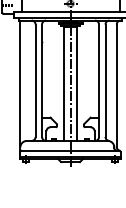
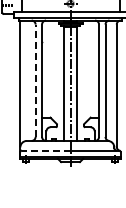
line at (35, 80): solid -> dashed
line at (45, 150): solid -> dashed
